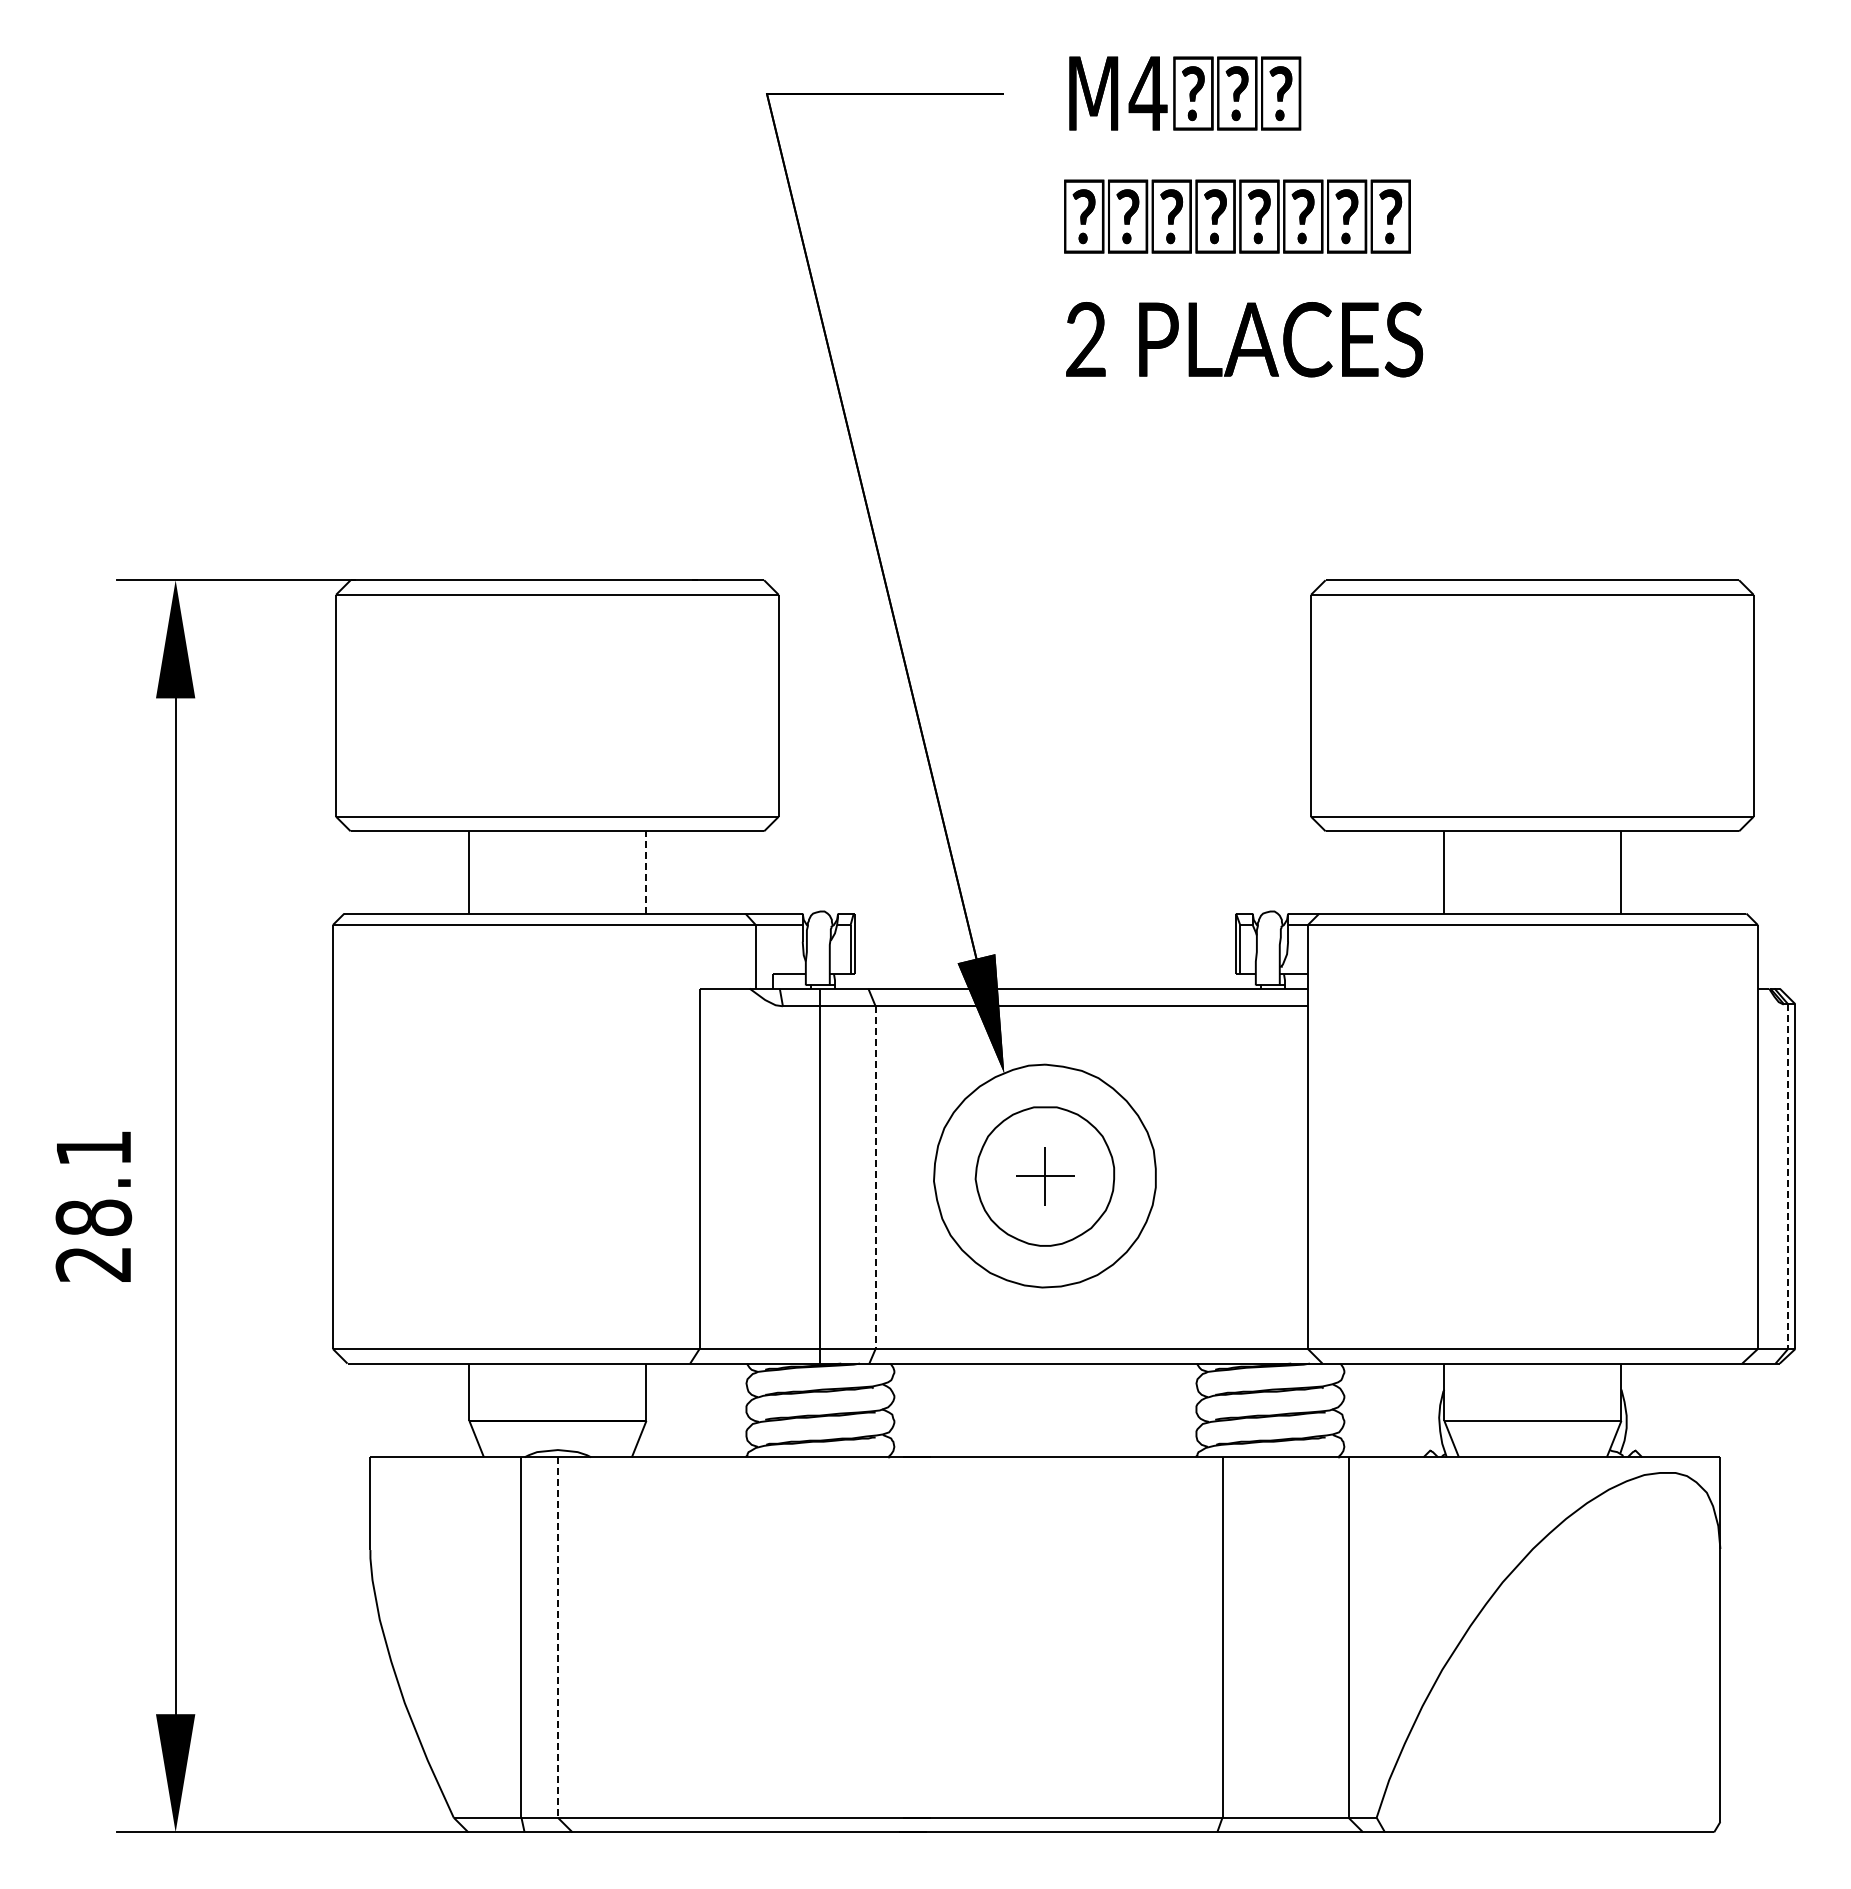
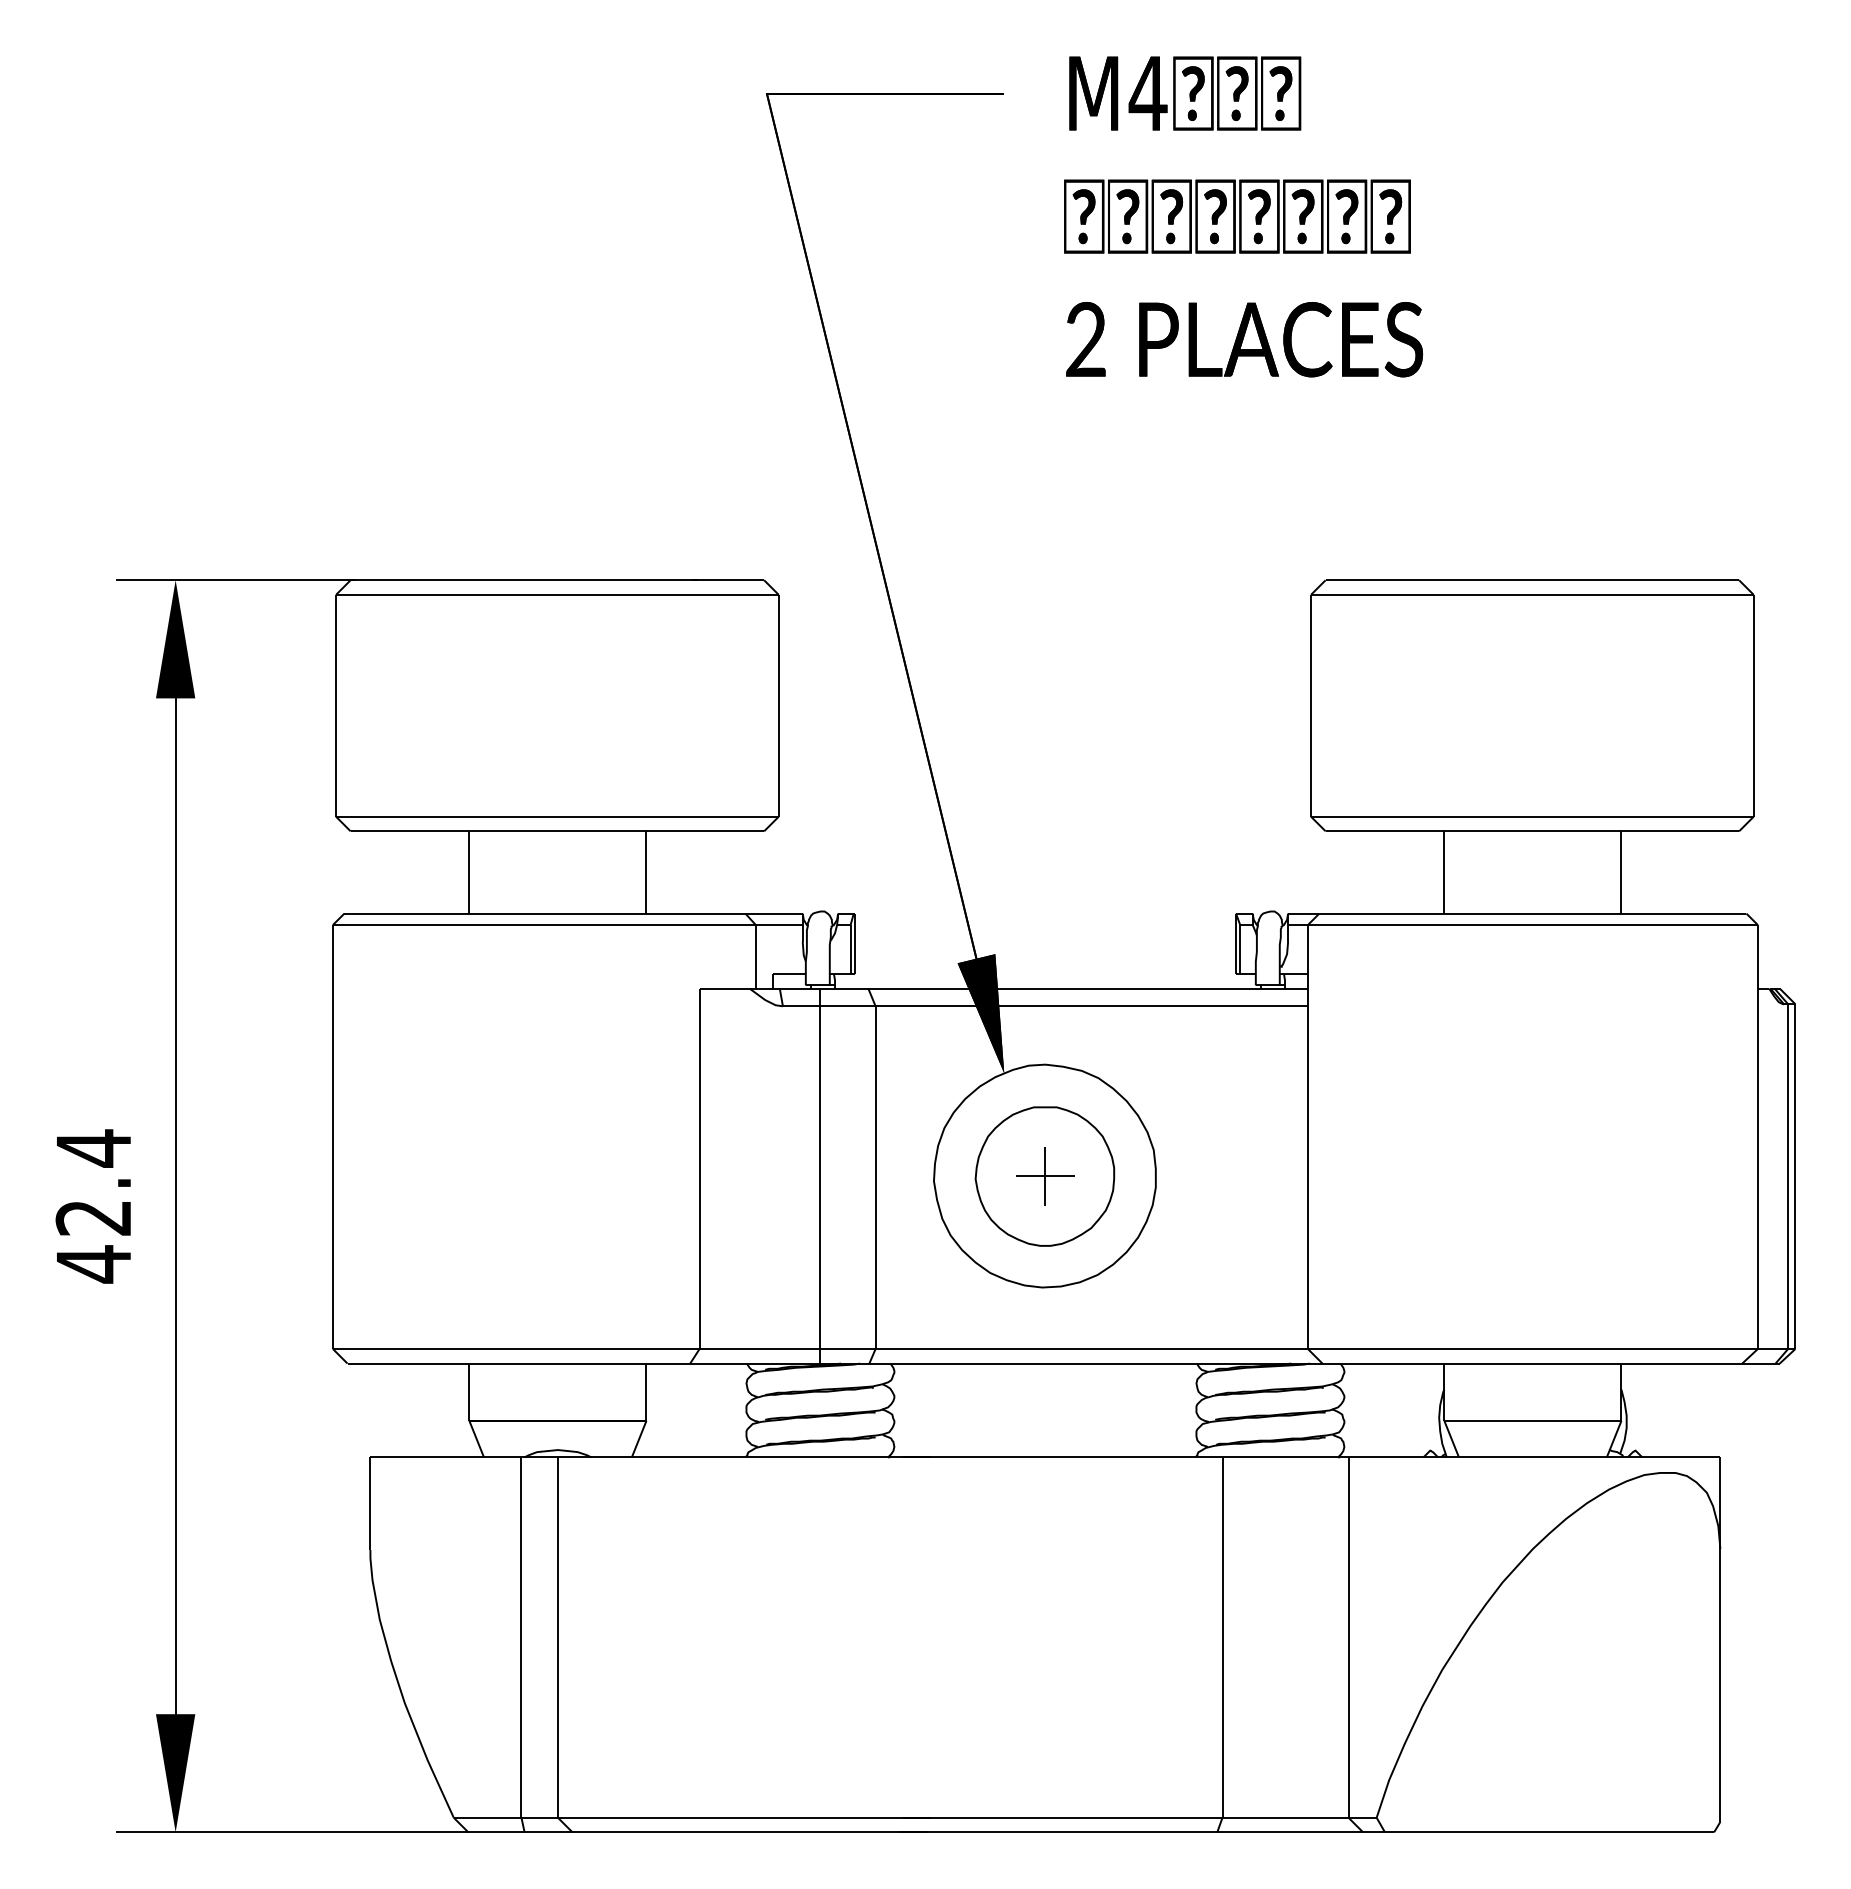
line at (646, 871): dashed -> solid
line at (1788, 1177): dashed -> solid
line at (875, 1178): dashed -> solid
text at (93, 1206): 28.1 -> 42.4
line at (557, 1638): dashed -> solid
